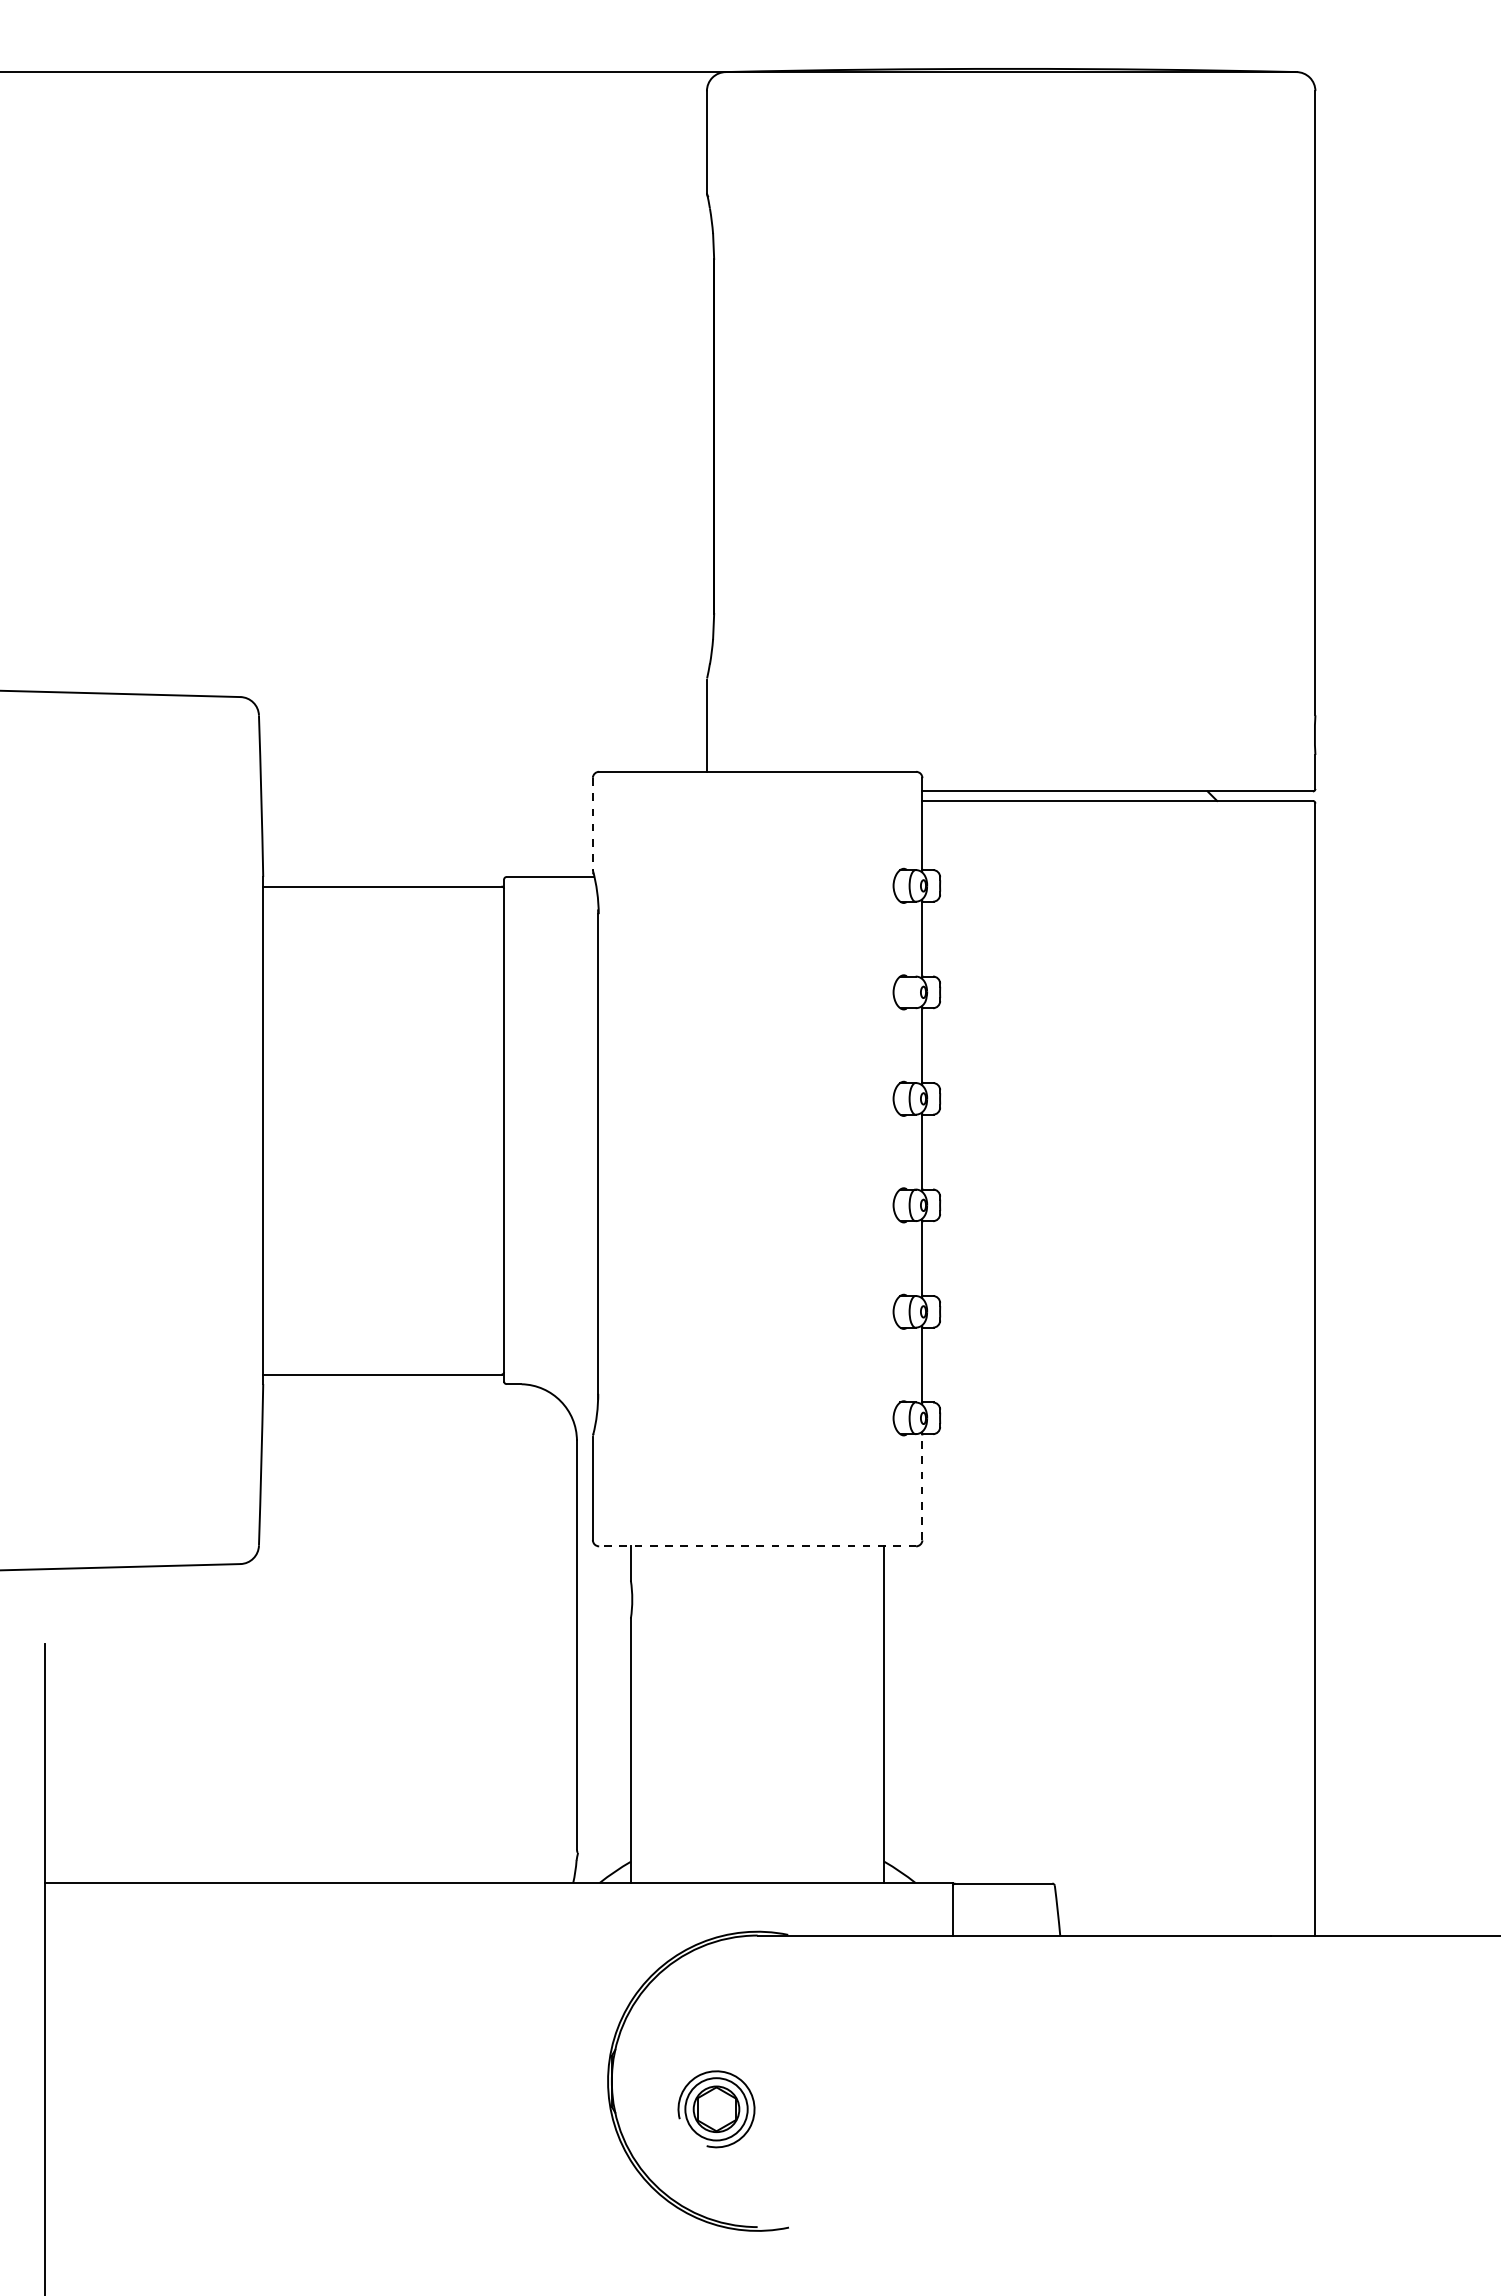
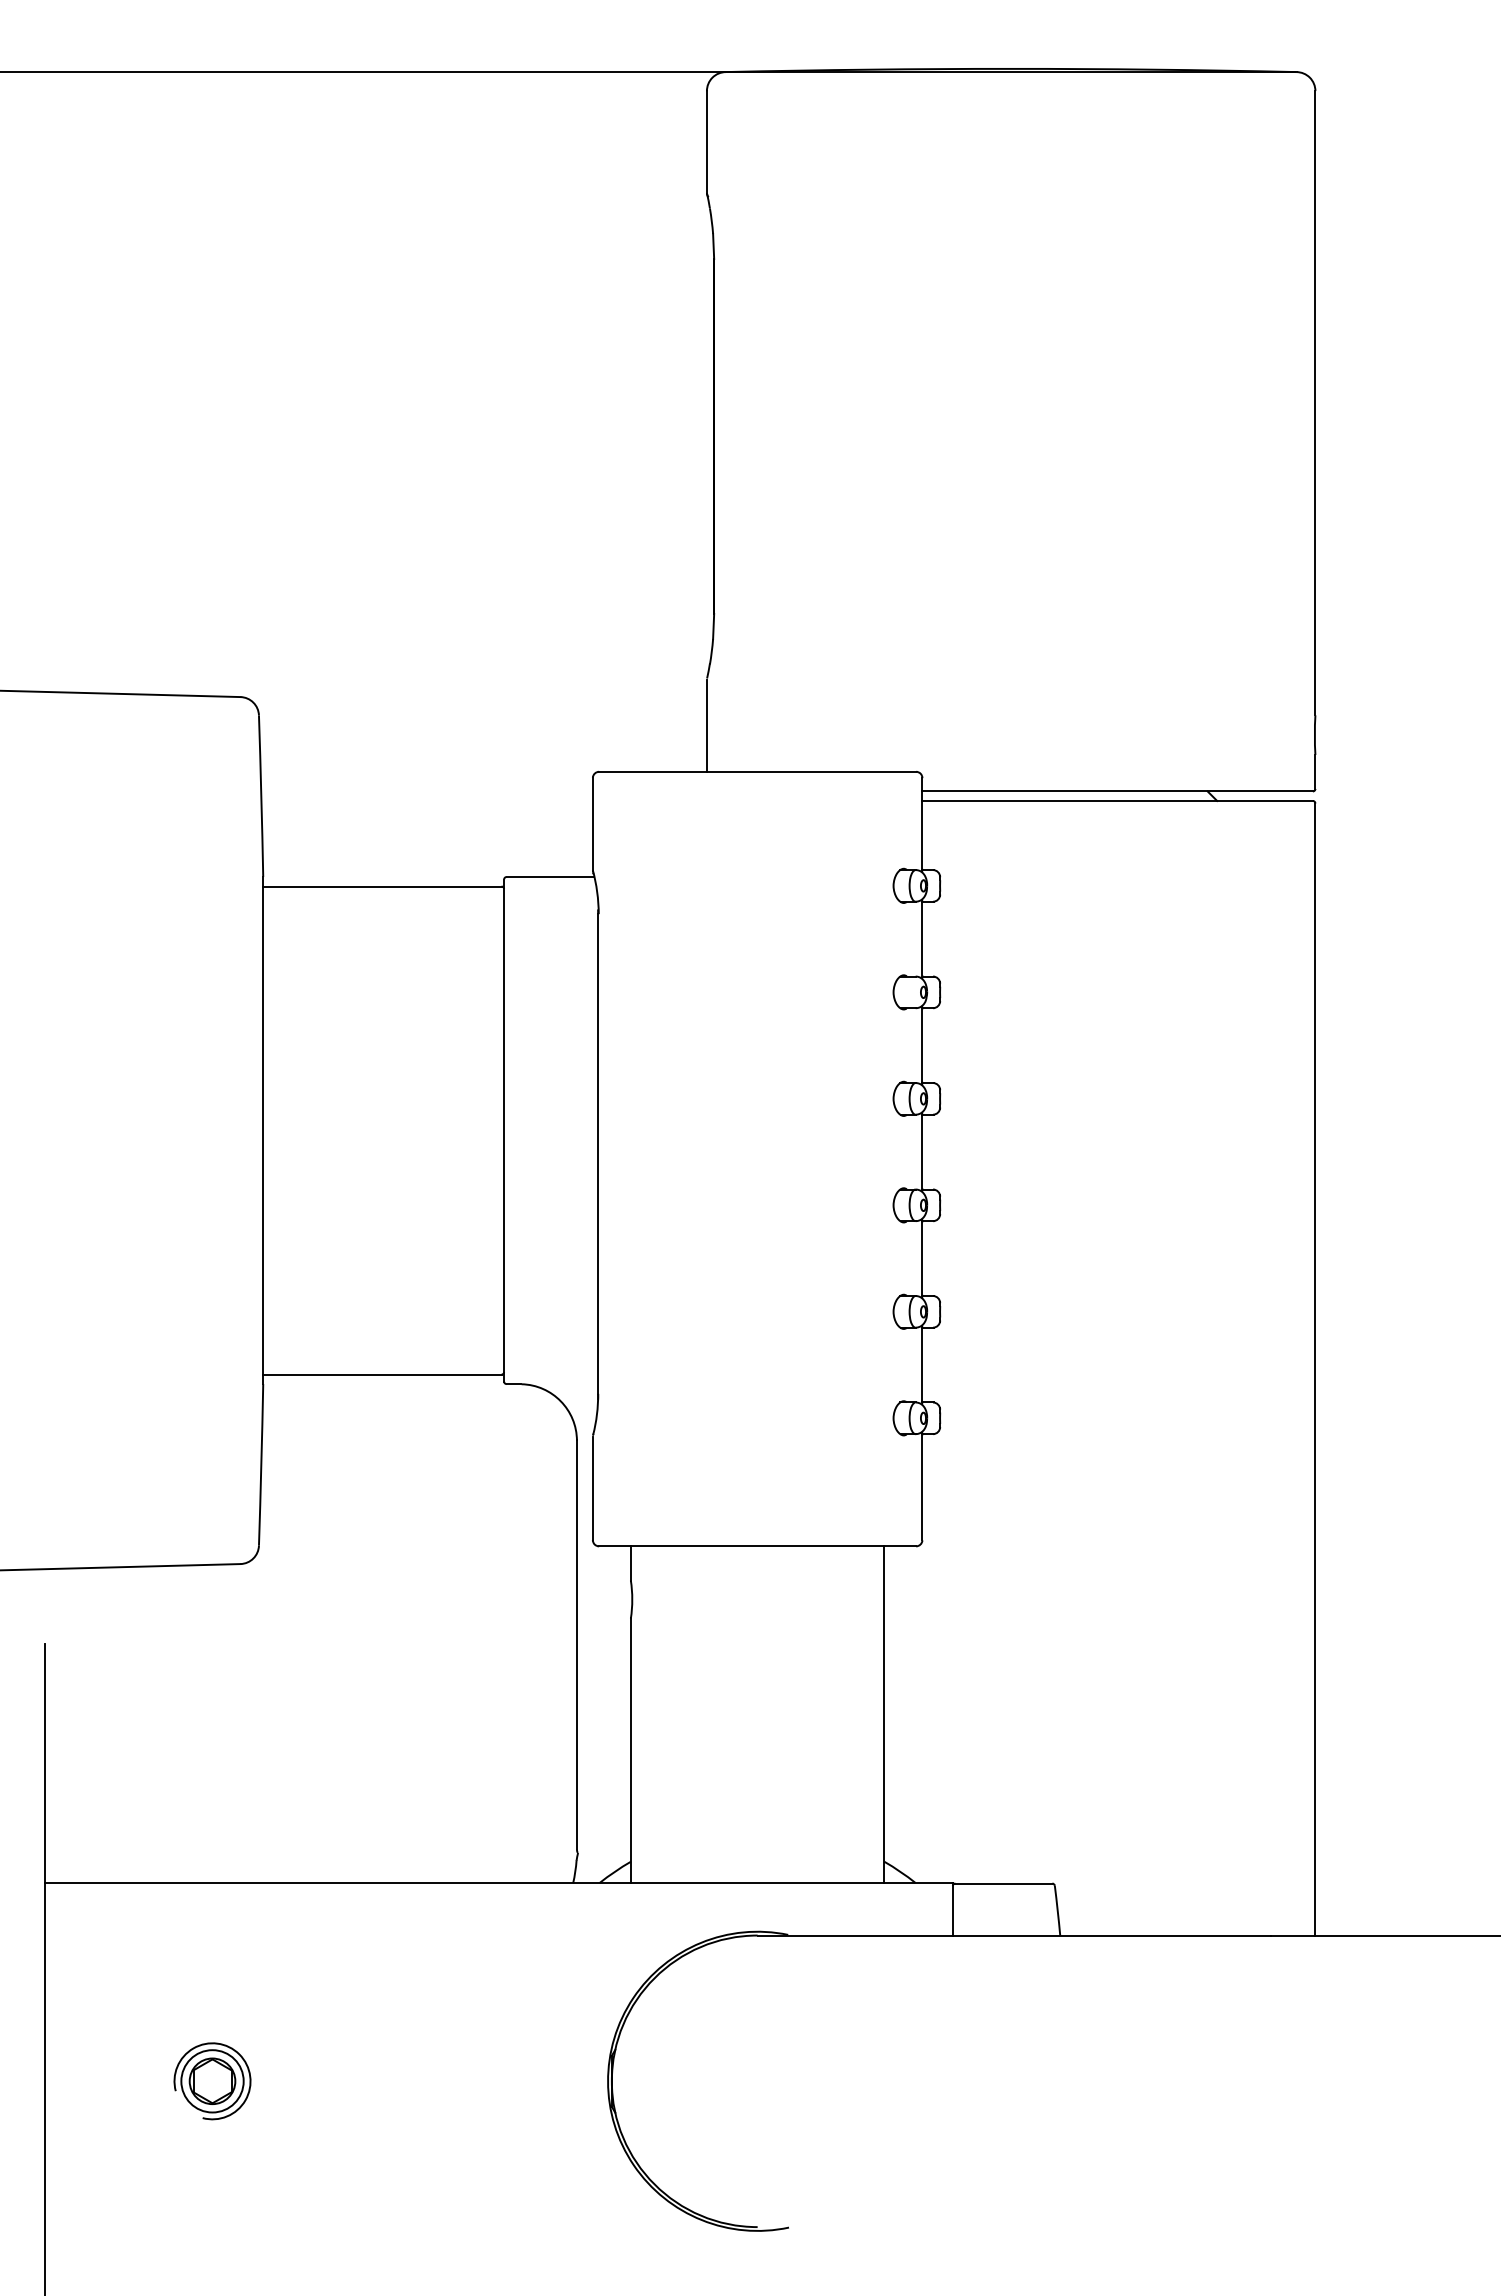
line at (592, 824): dashed -> solid
line at (922, 1487): dashed -> solid
line at (757, 1546): dashed -> solid
part at (716, 2109) position: (716, 2109) -> (212, 2081)
